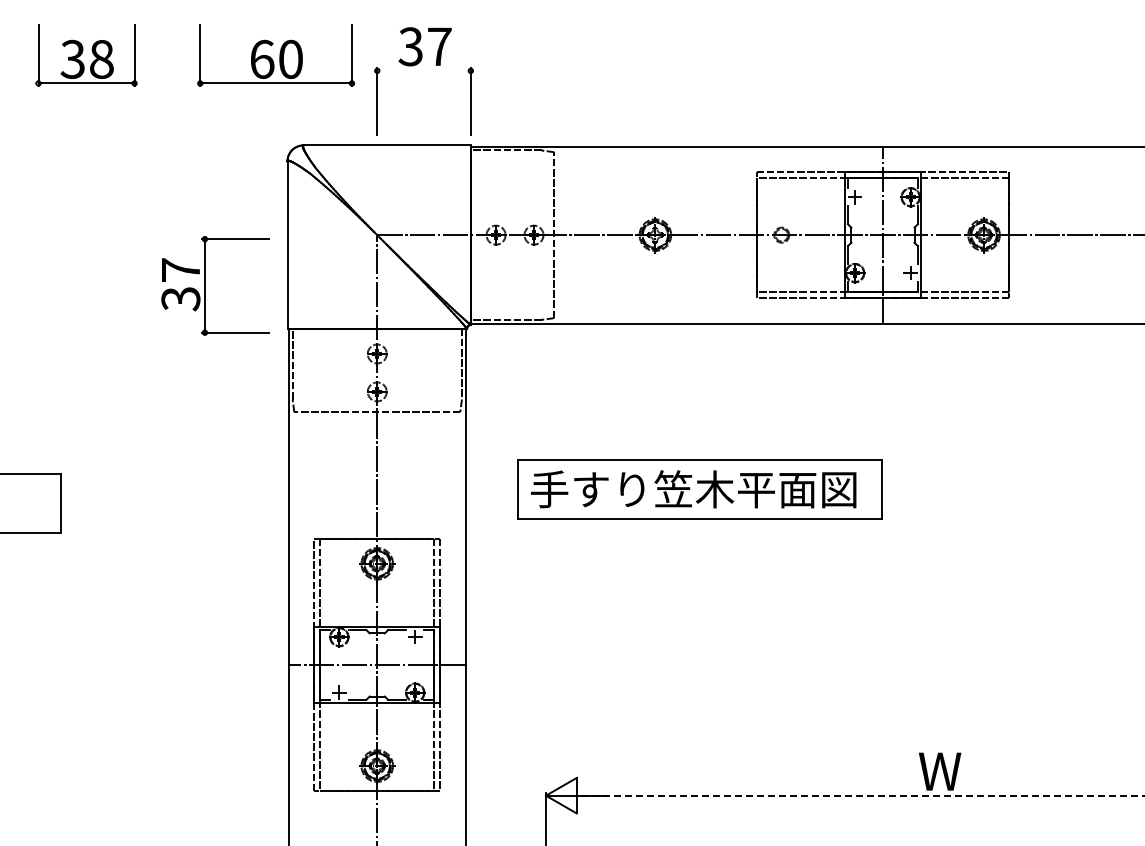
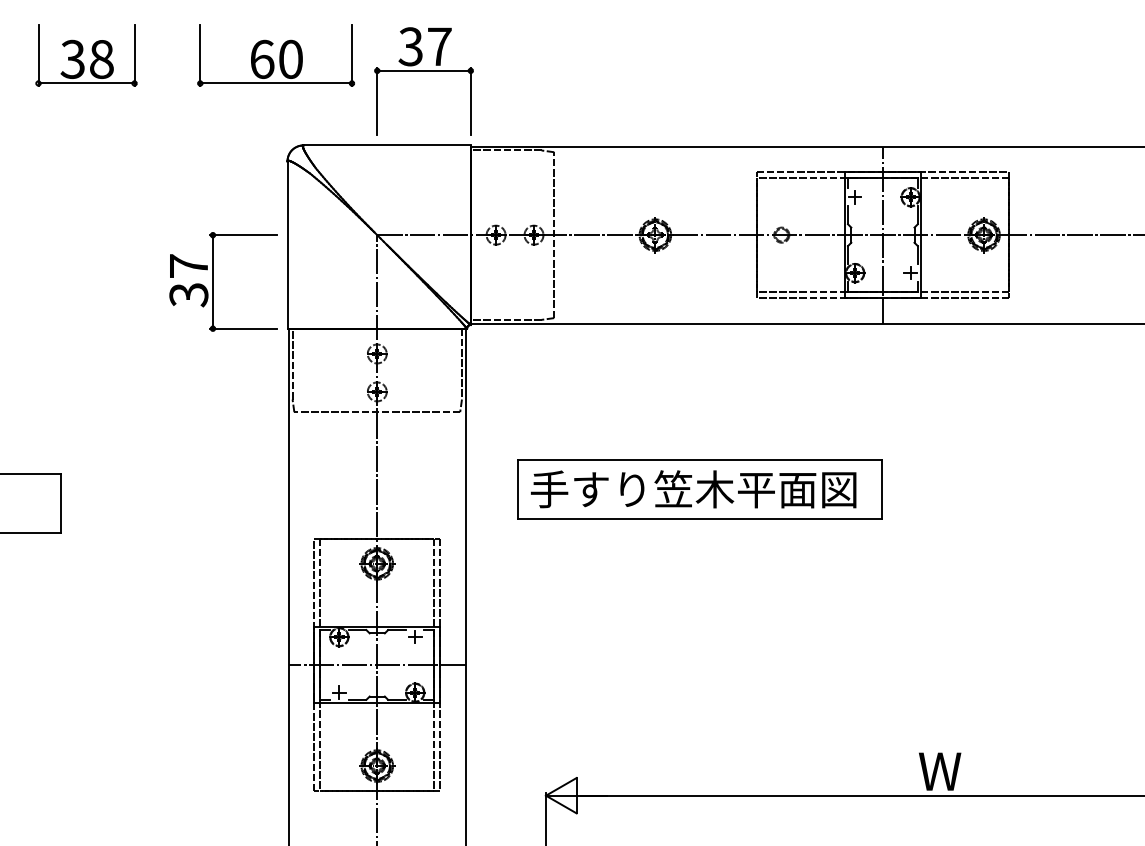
line at (423, 70): none -> present
part at (205, 285) position: (205, 285) -> (213, 281)
line at (863, 795): dashed -> solid
